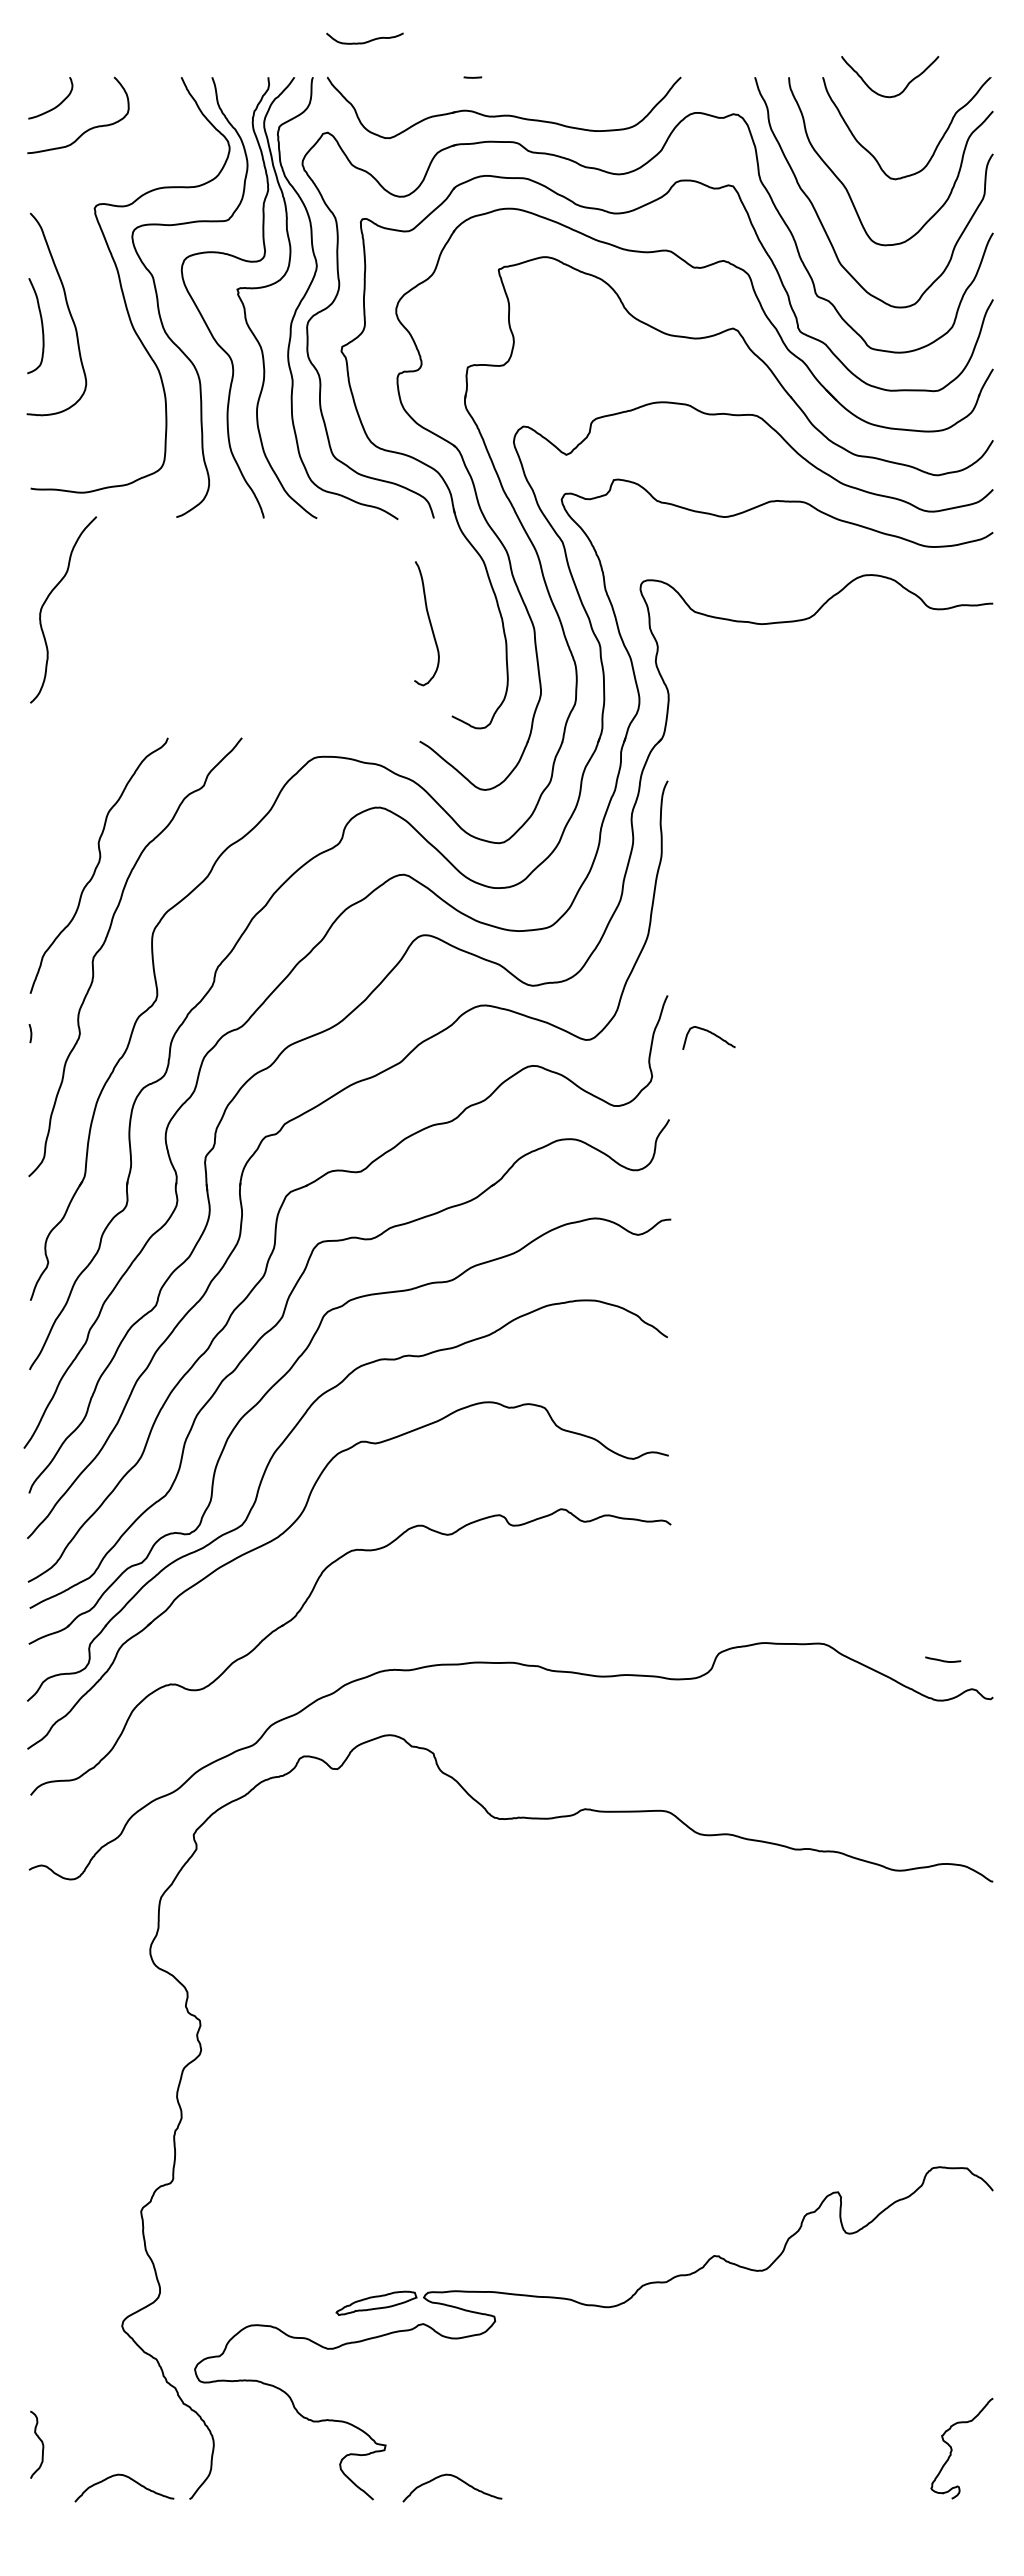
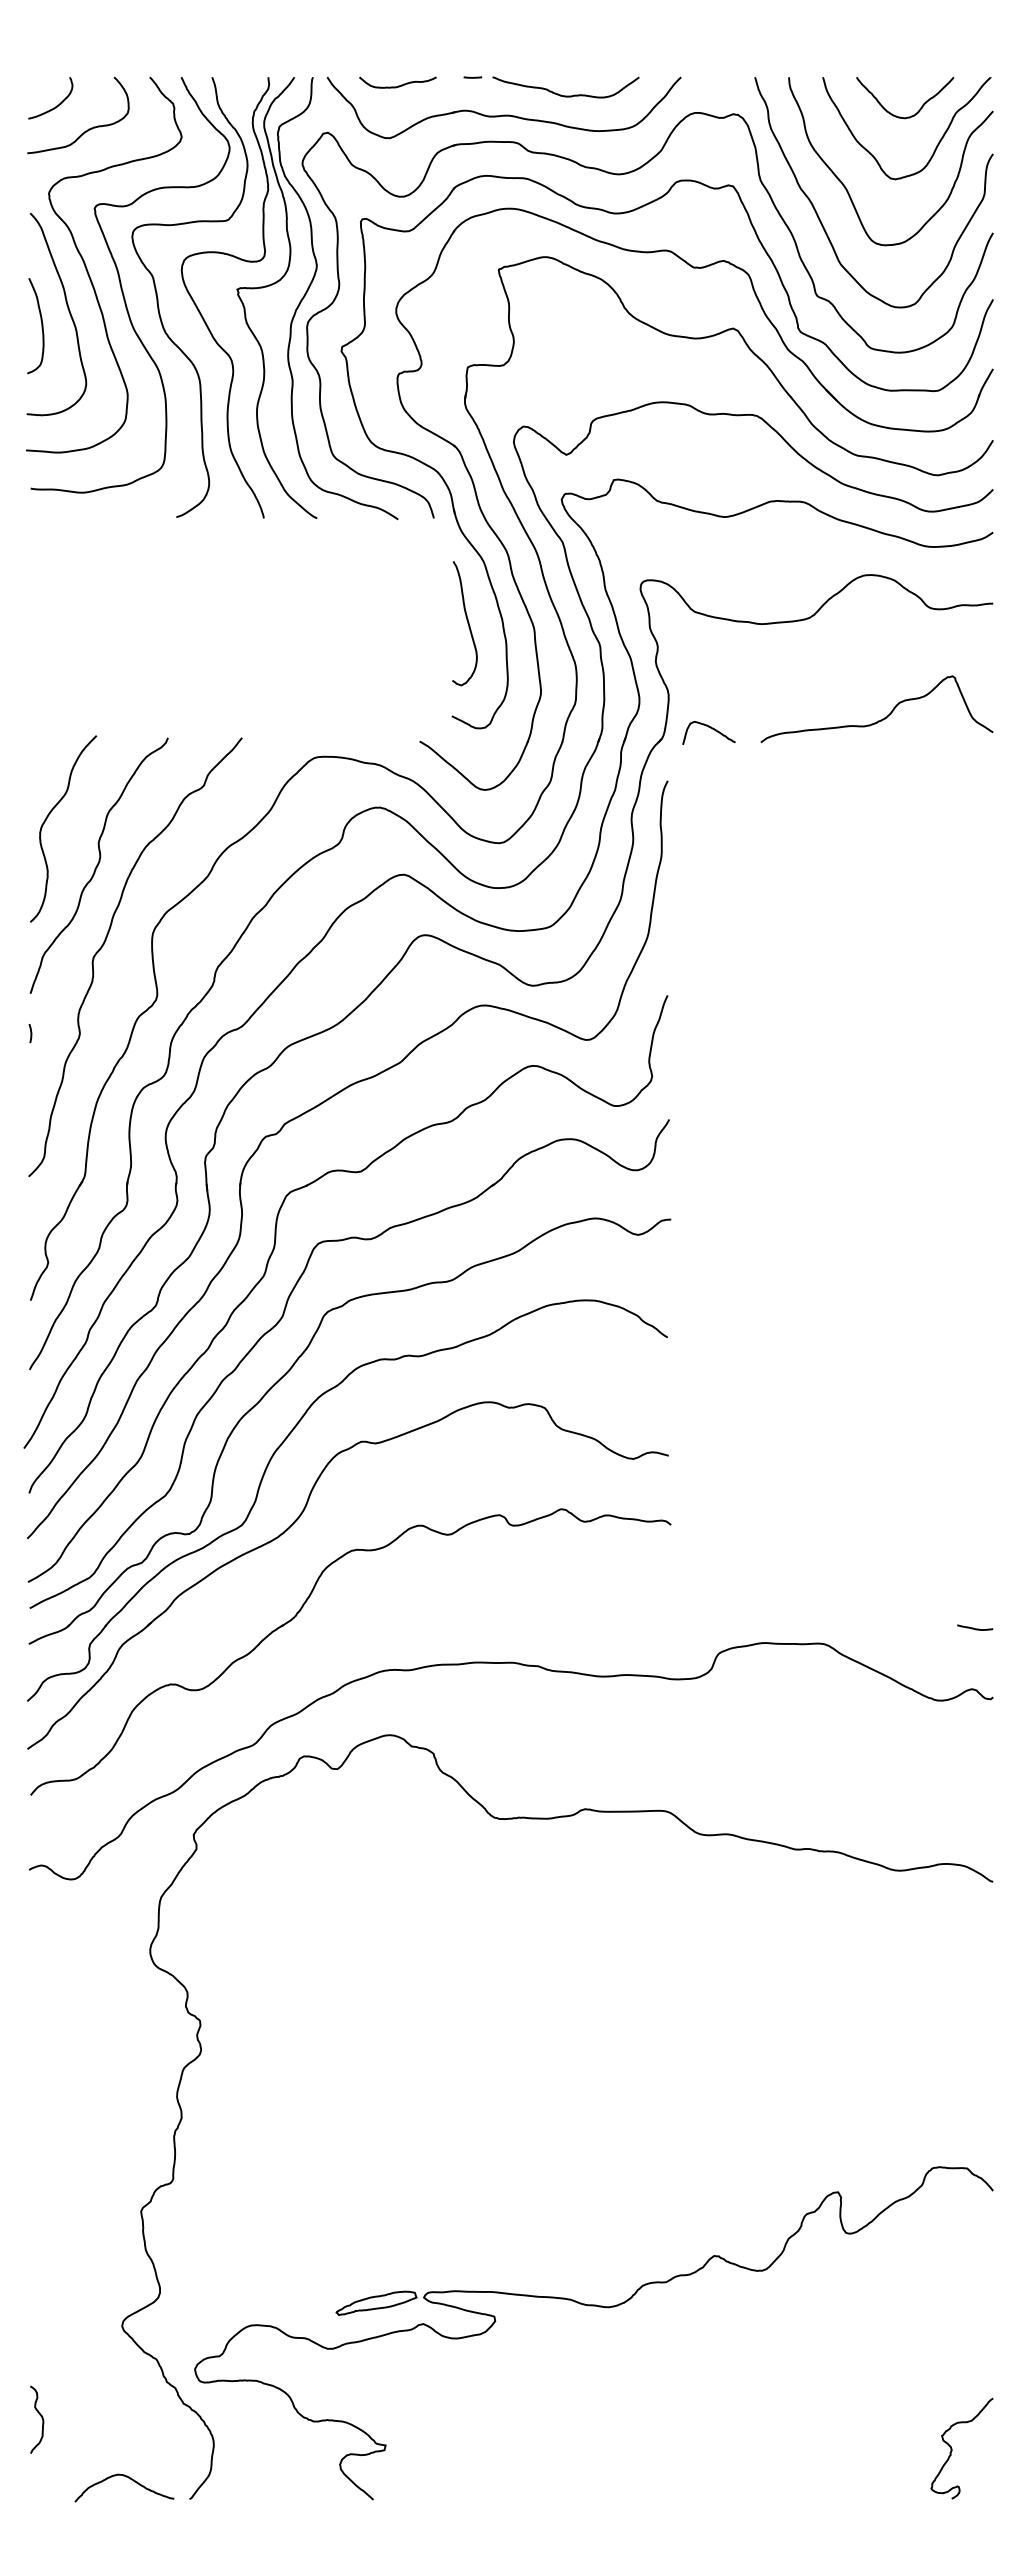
curve at (365, 41) position: (365, 41) -> (398, 85)
curve at (905, 86) position: (905, 86) -> (920, 107)
curve at (565, 95): none -> present
curve at (87, 268): none -> present
curve at (48, 598) position: (48, 598) -> (48, 817)
curve at (429, 623) position: (429, 623) -> (467, 623)
curve at (882, 718): none -> present
curve at (710, 1033) position: (710, 1033) -> (710, 728)
curve at (943, 1660) position: (943, 1660) -> (975, 1628)
curve at (41, 2443) position: (41, 2443) -> (41, 2418)
curve at (456, 2478): present -> none
